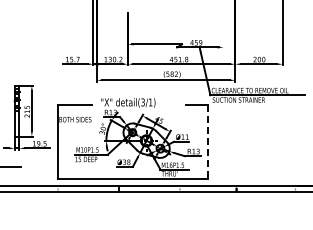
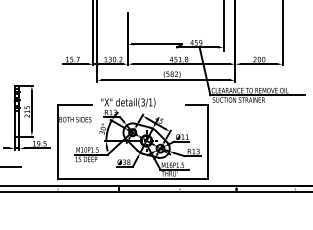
line at (223, 26): none -> present
line at (208, 142): dashed -> solid
